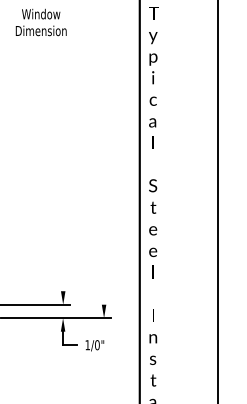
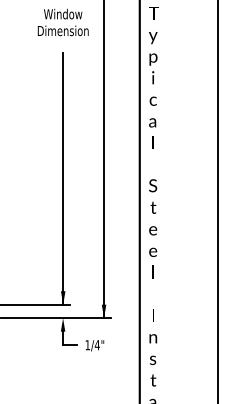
text at (40, 22) position: (40, 22) -> (62, 22)
line at (104, 160): none -> present
line at (63, 178): none -> present
text at (96, 345): 1/0" -> 1/4"
